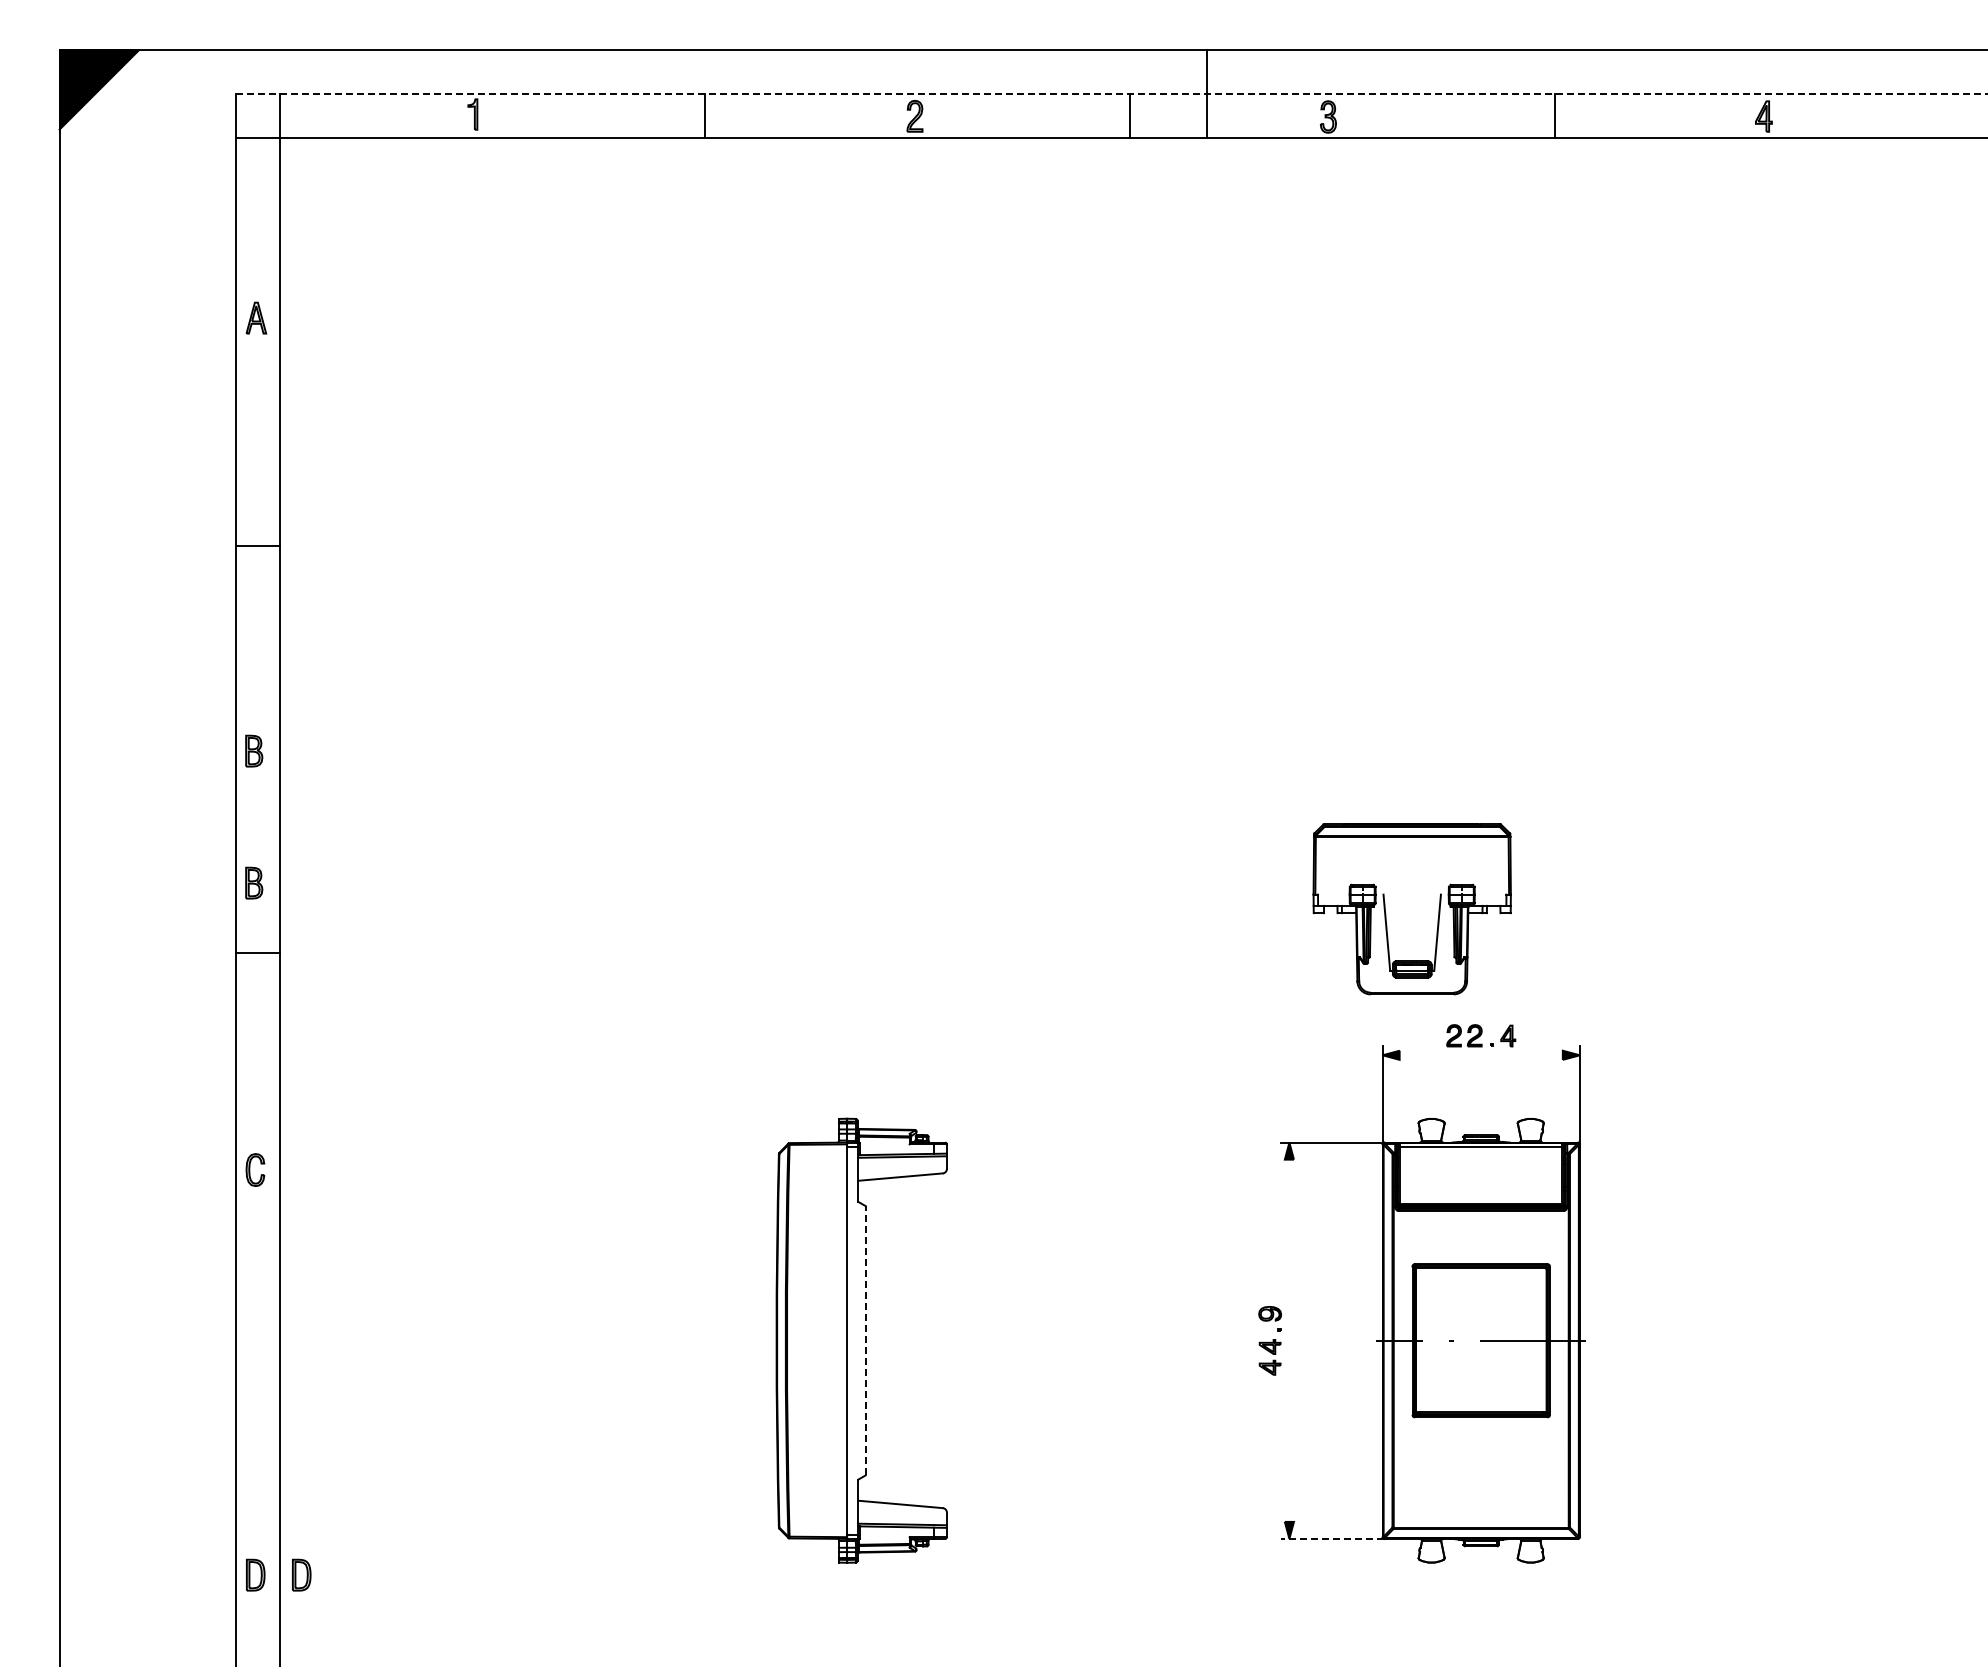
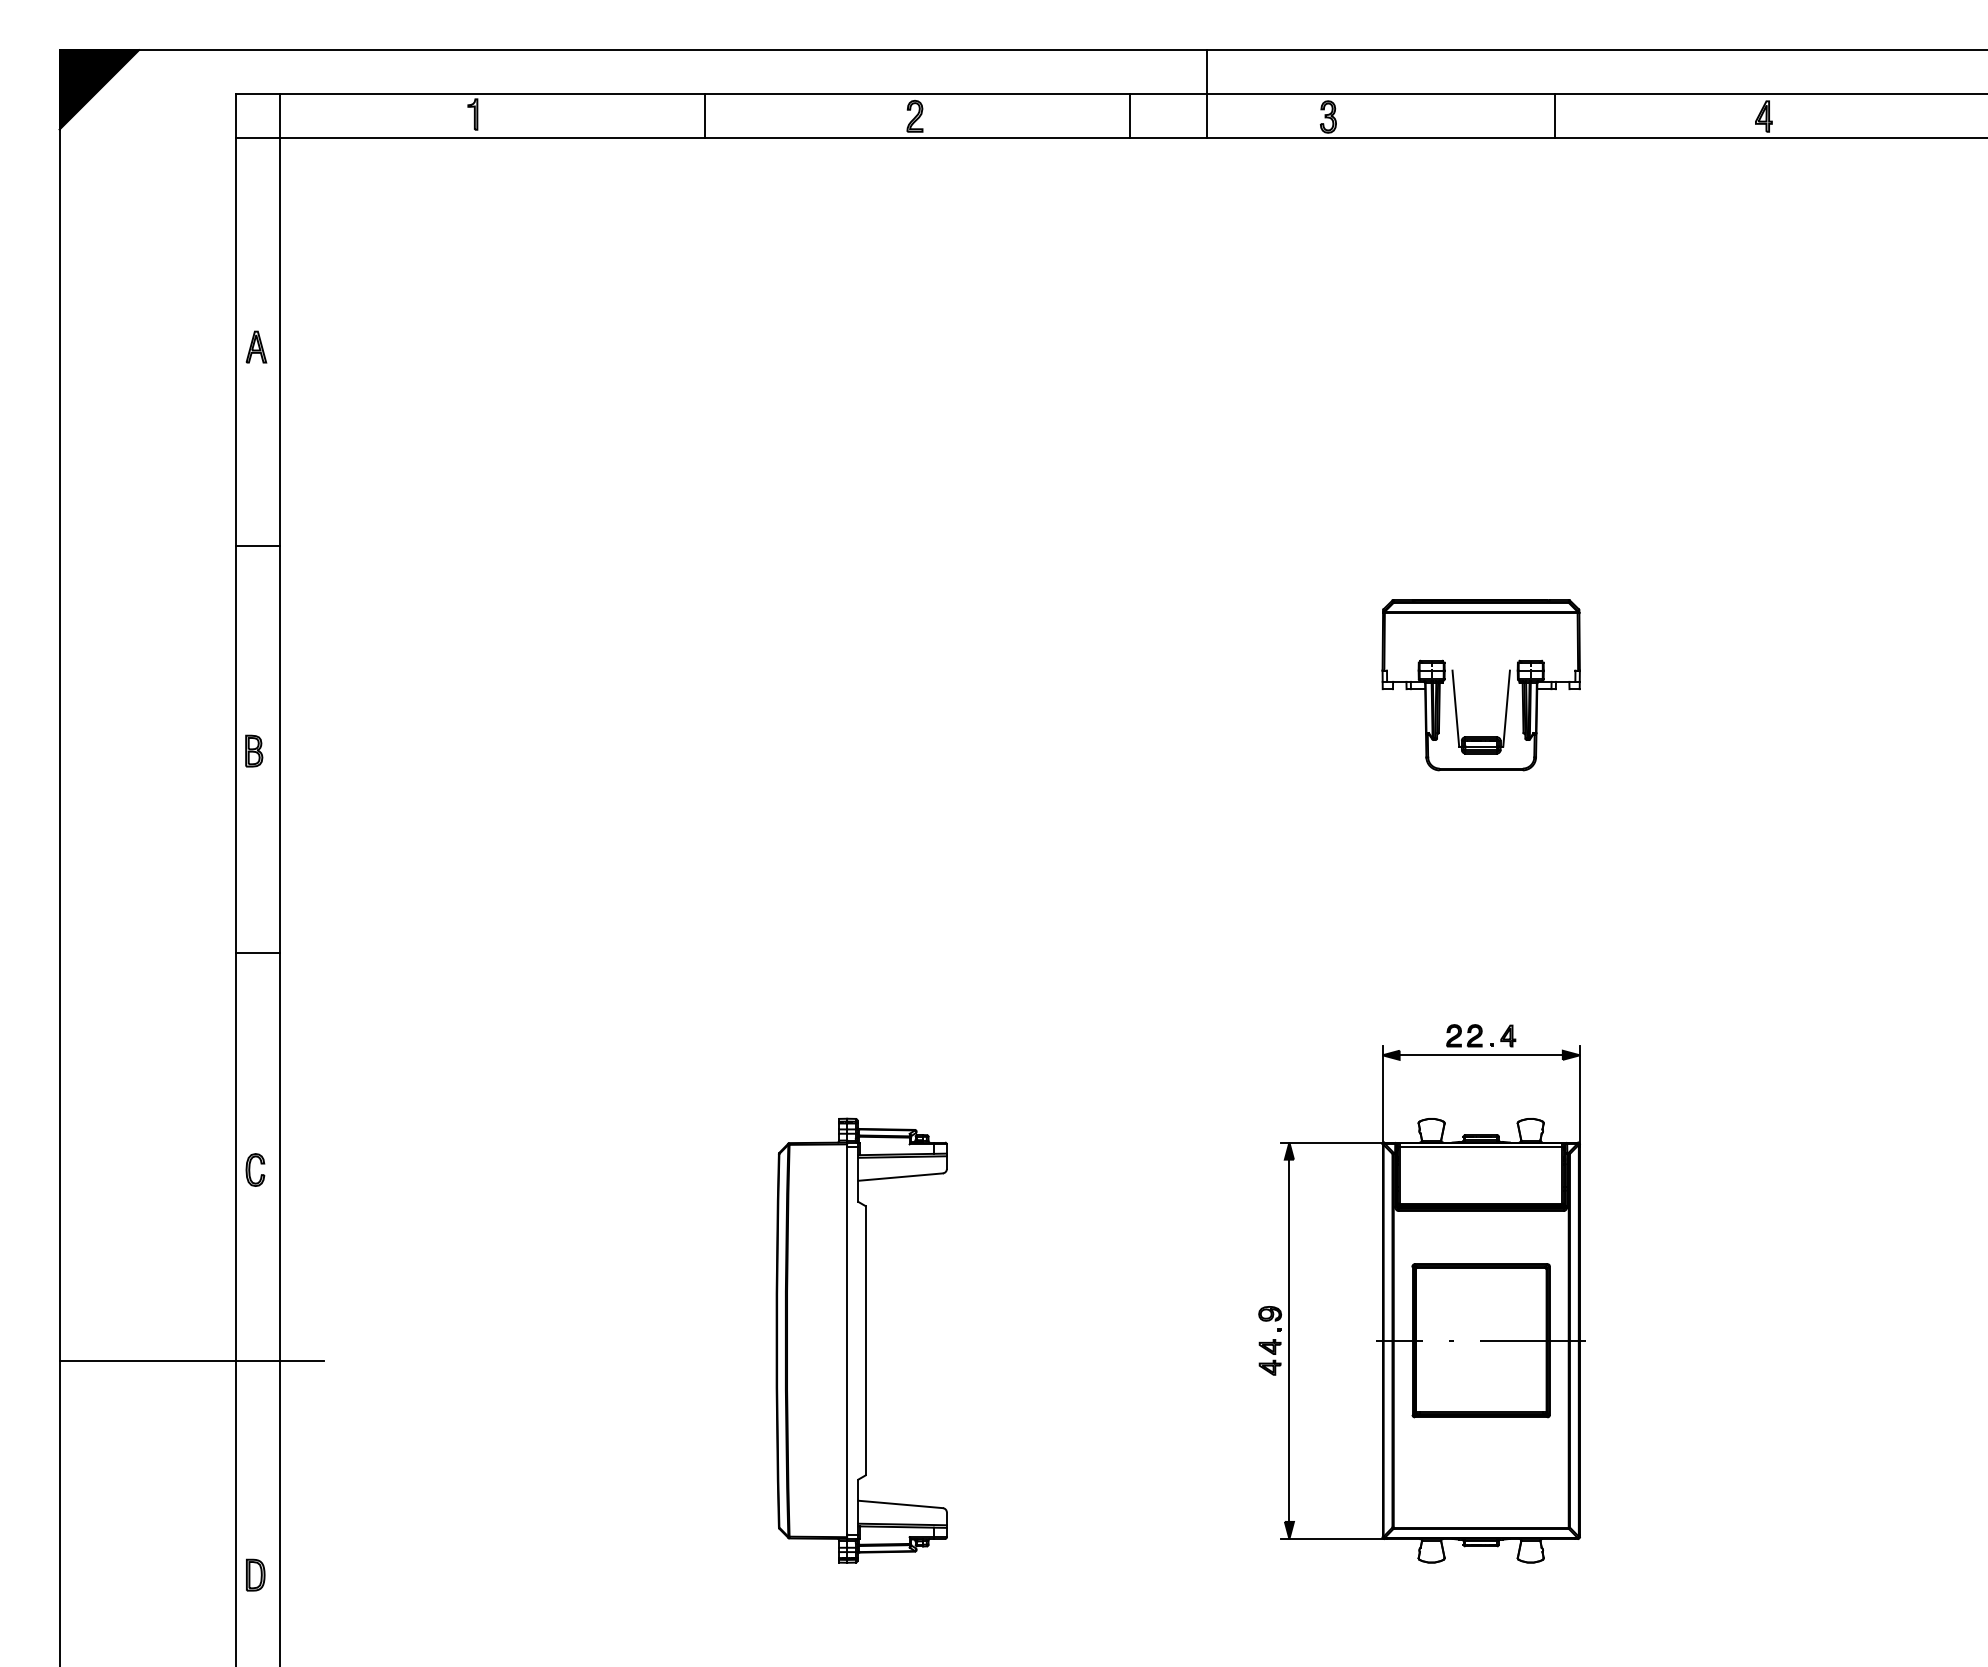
line at (1112, 94): dashed -> solid
part at (256, 317) position: (256, 317) -> (256, 346)
part at (254, 882): present -> none
part at (1411, 909) position: (1411, 909) -> (1480, 685)
line at (1480, 1055): none -> present
line at (865, 1340): dashed -> solid
line at (1289, 1340): none -> present
line at (191, 1360): none -> present
line at (1332, 1538): dashed -> solid
part at (301, 1574): present -> none
